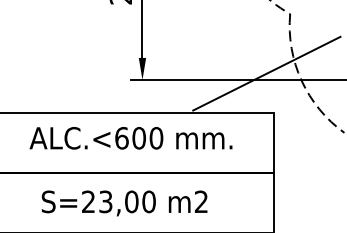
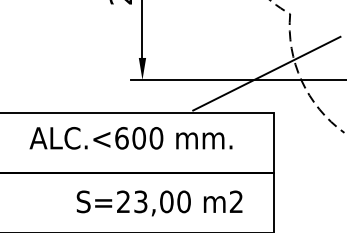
text at (124, 203) position: (124, 203) -> (159, 203)
